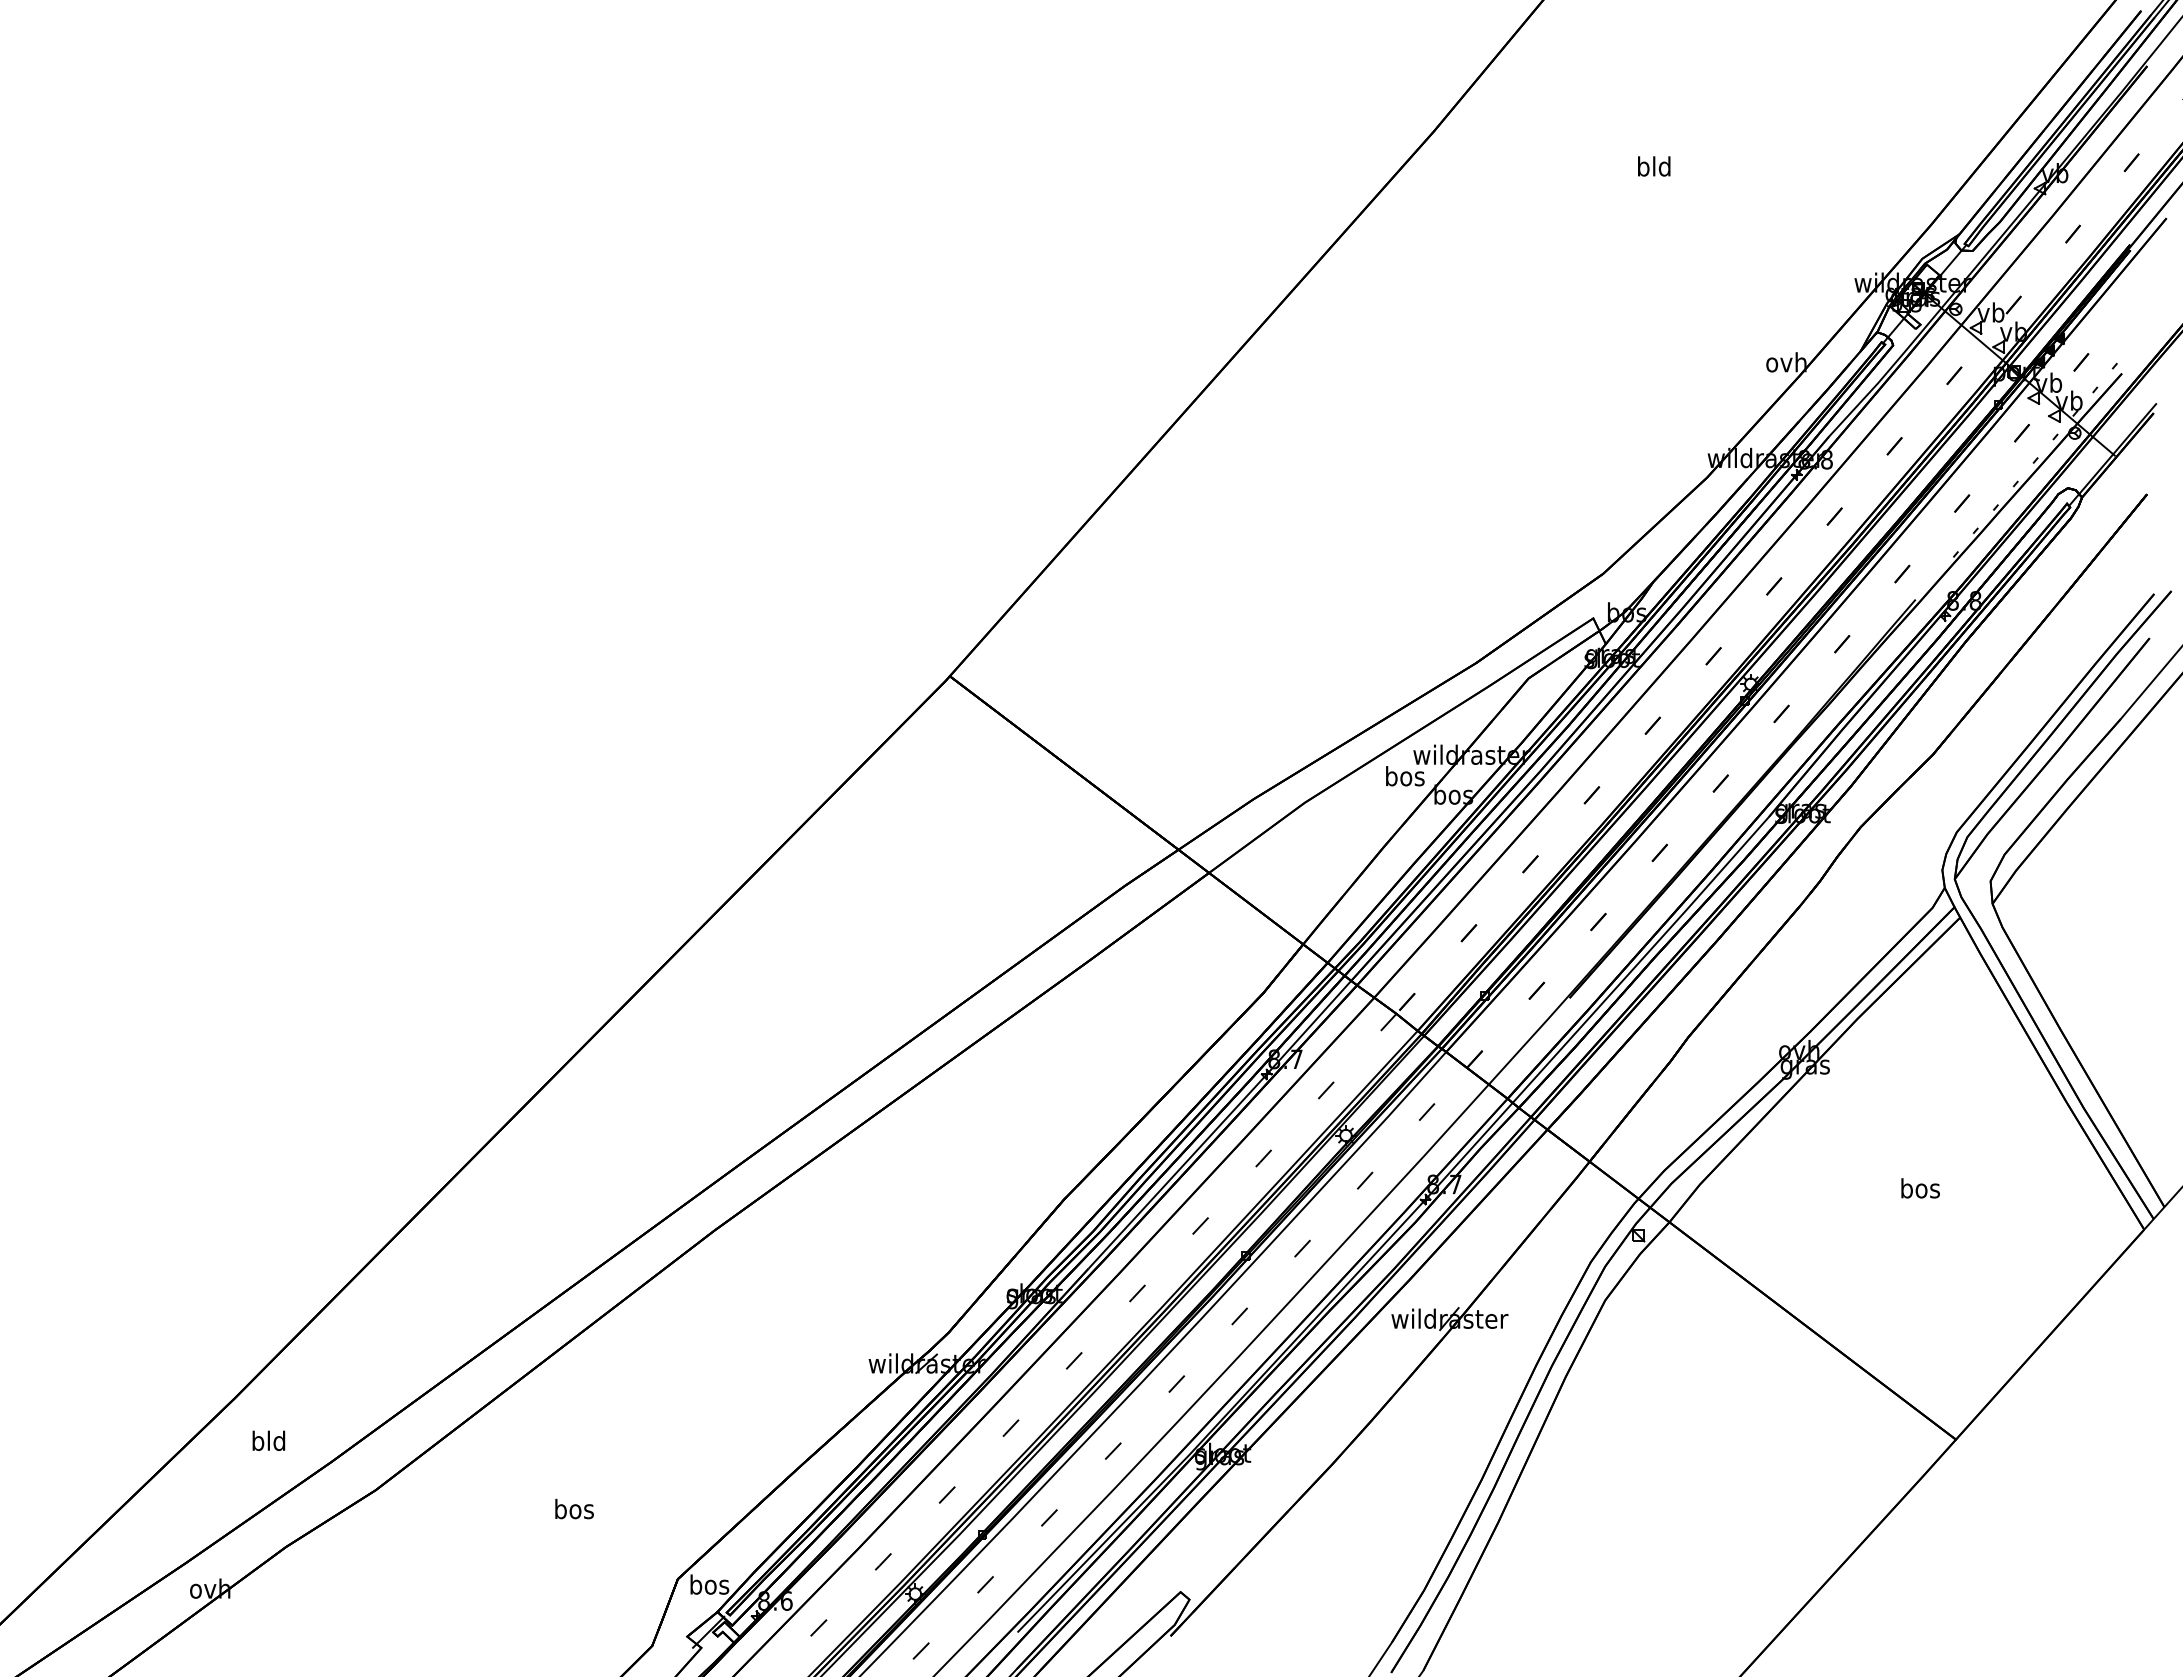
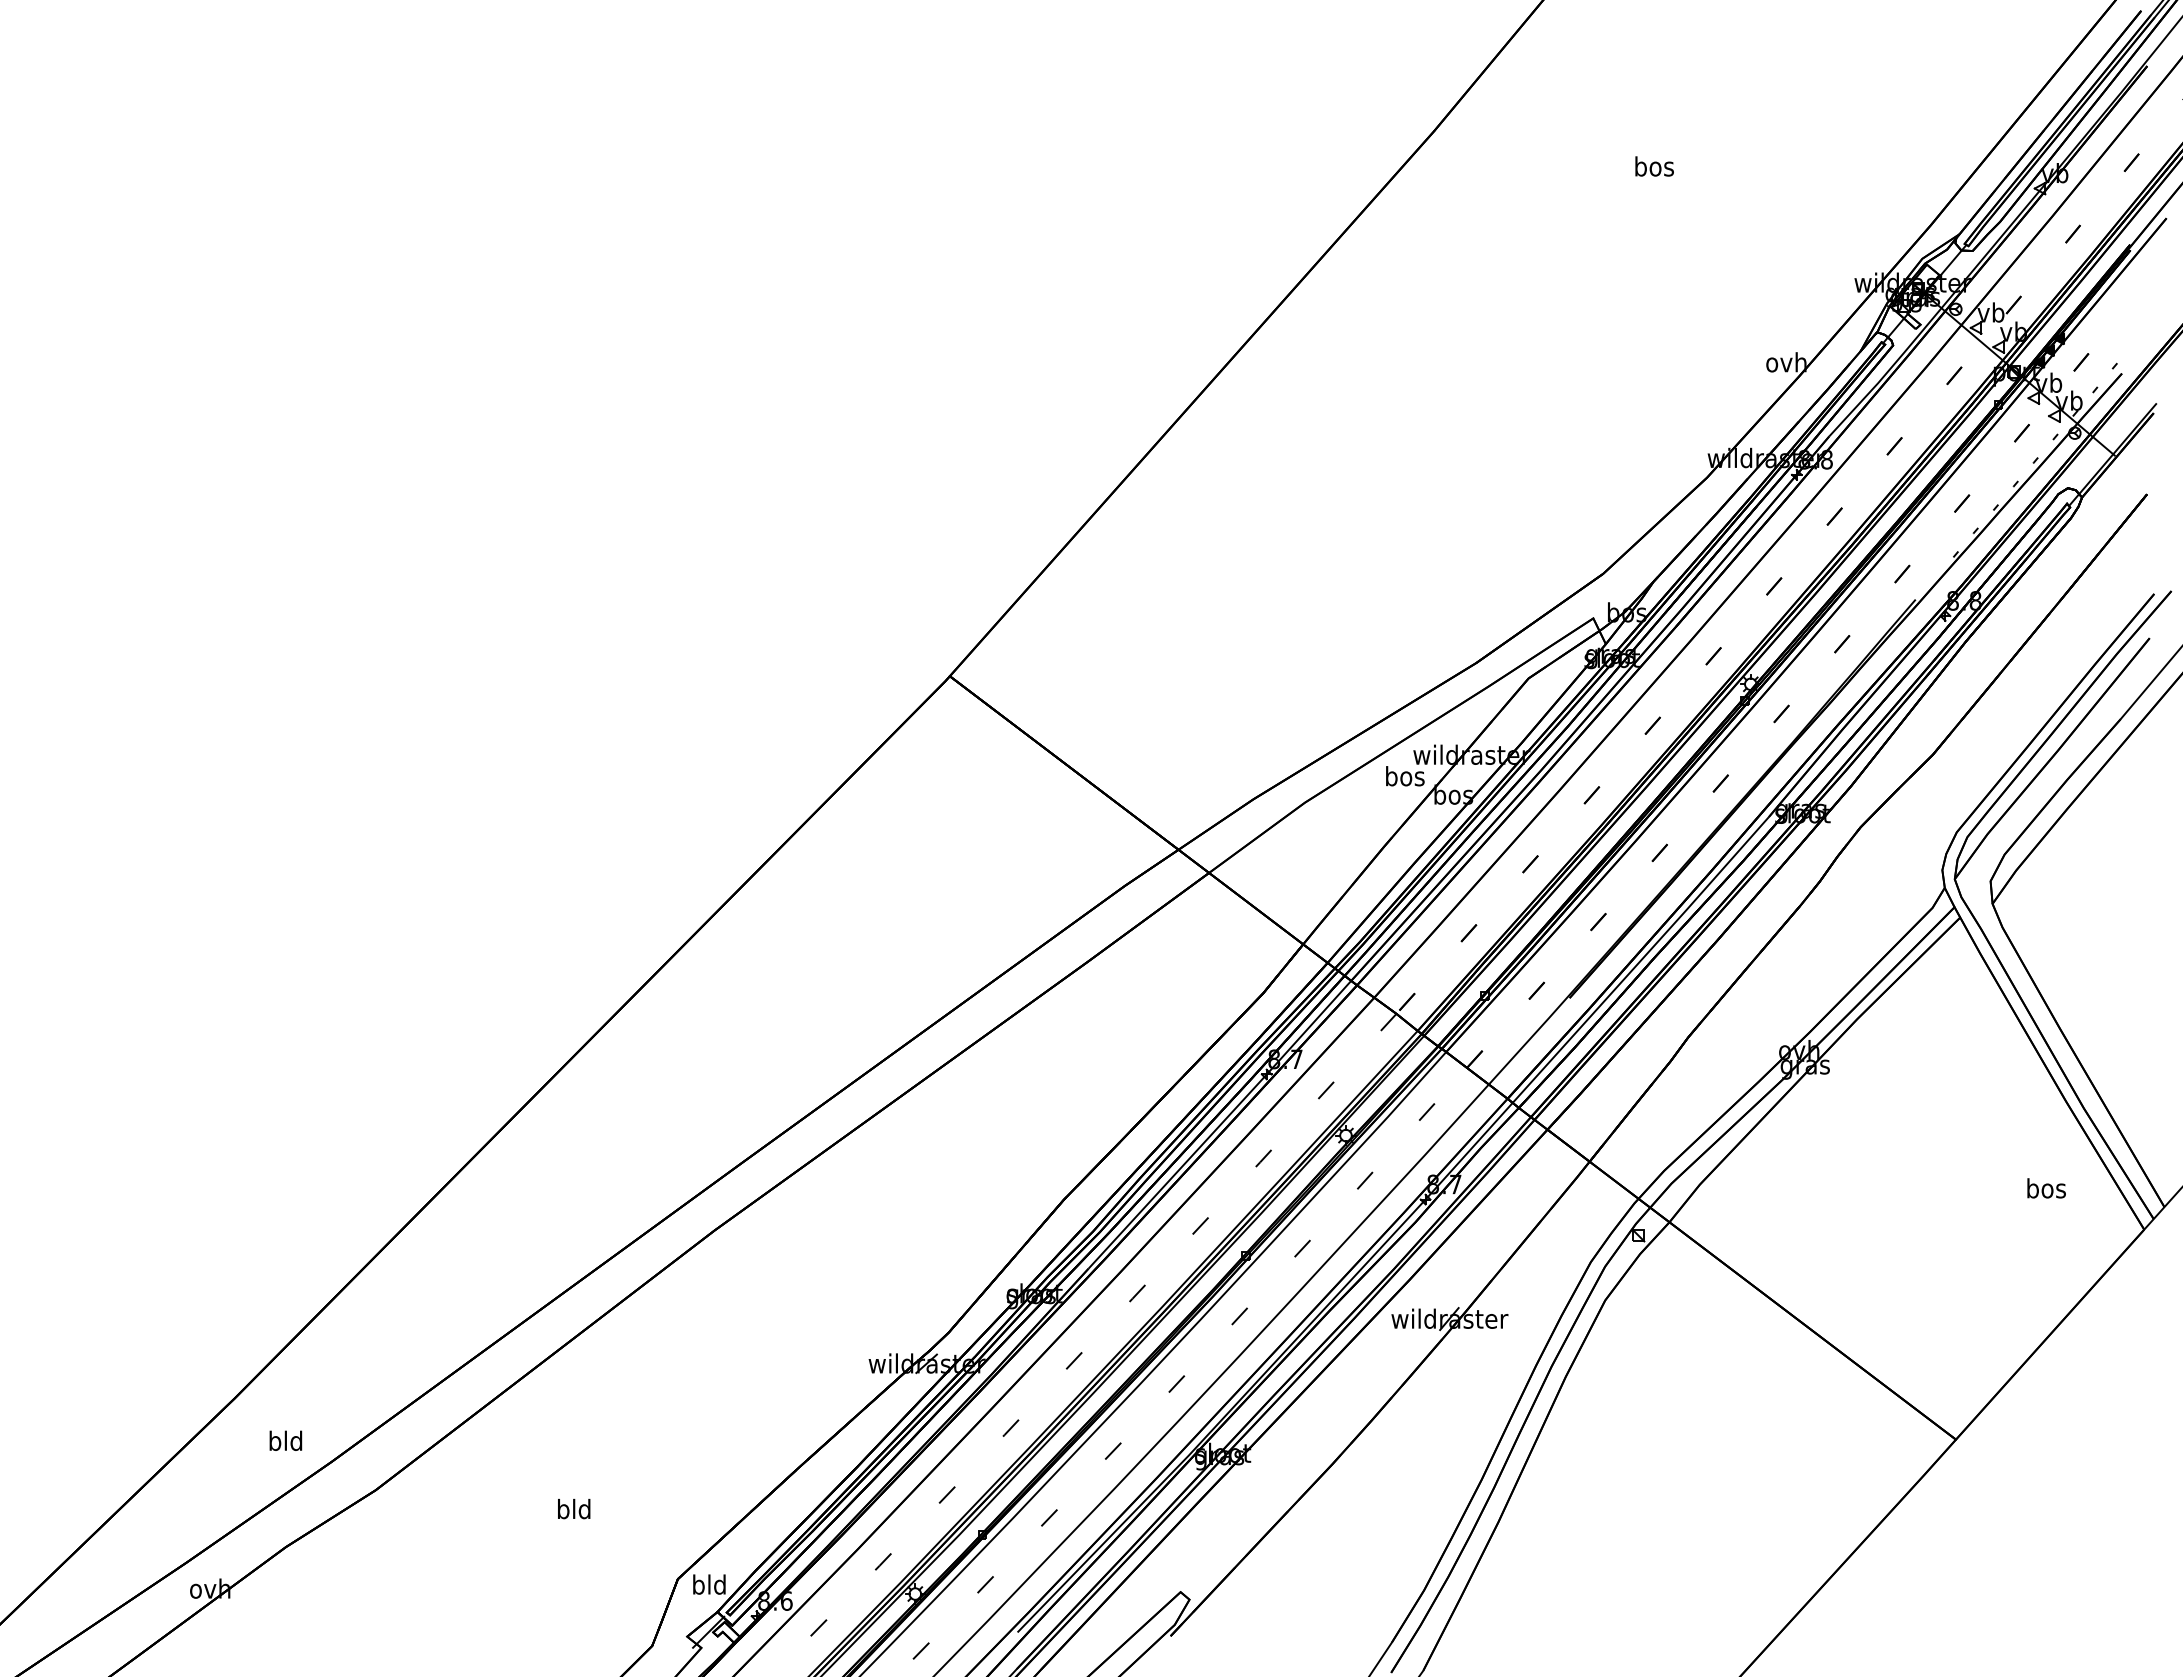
text at (1654, 166): bld -> bos
text at (1920, 1188) position: (1920, 1188) -> (2046, 1188)
text at (268, 1440) position: (268, 1440) -> (285, 1440)
text at (574, 1508): bos -> bld
text at (709, 1584): bos -> bld
